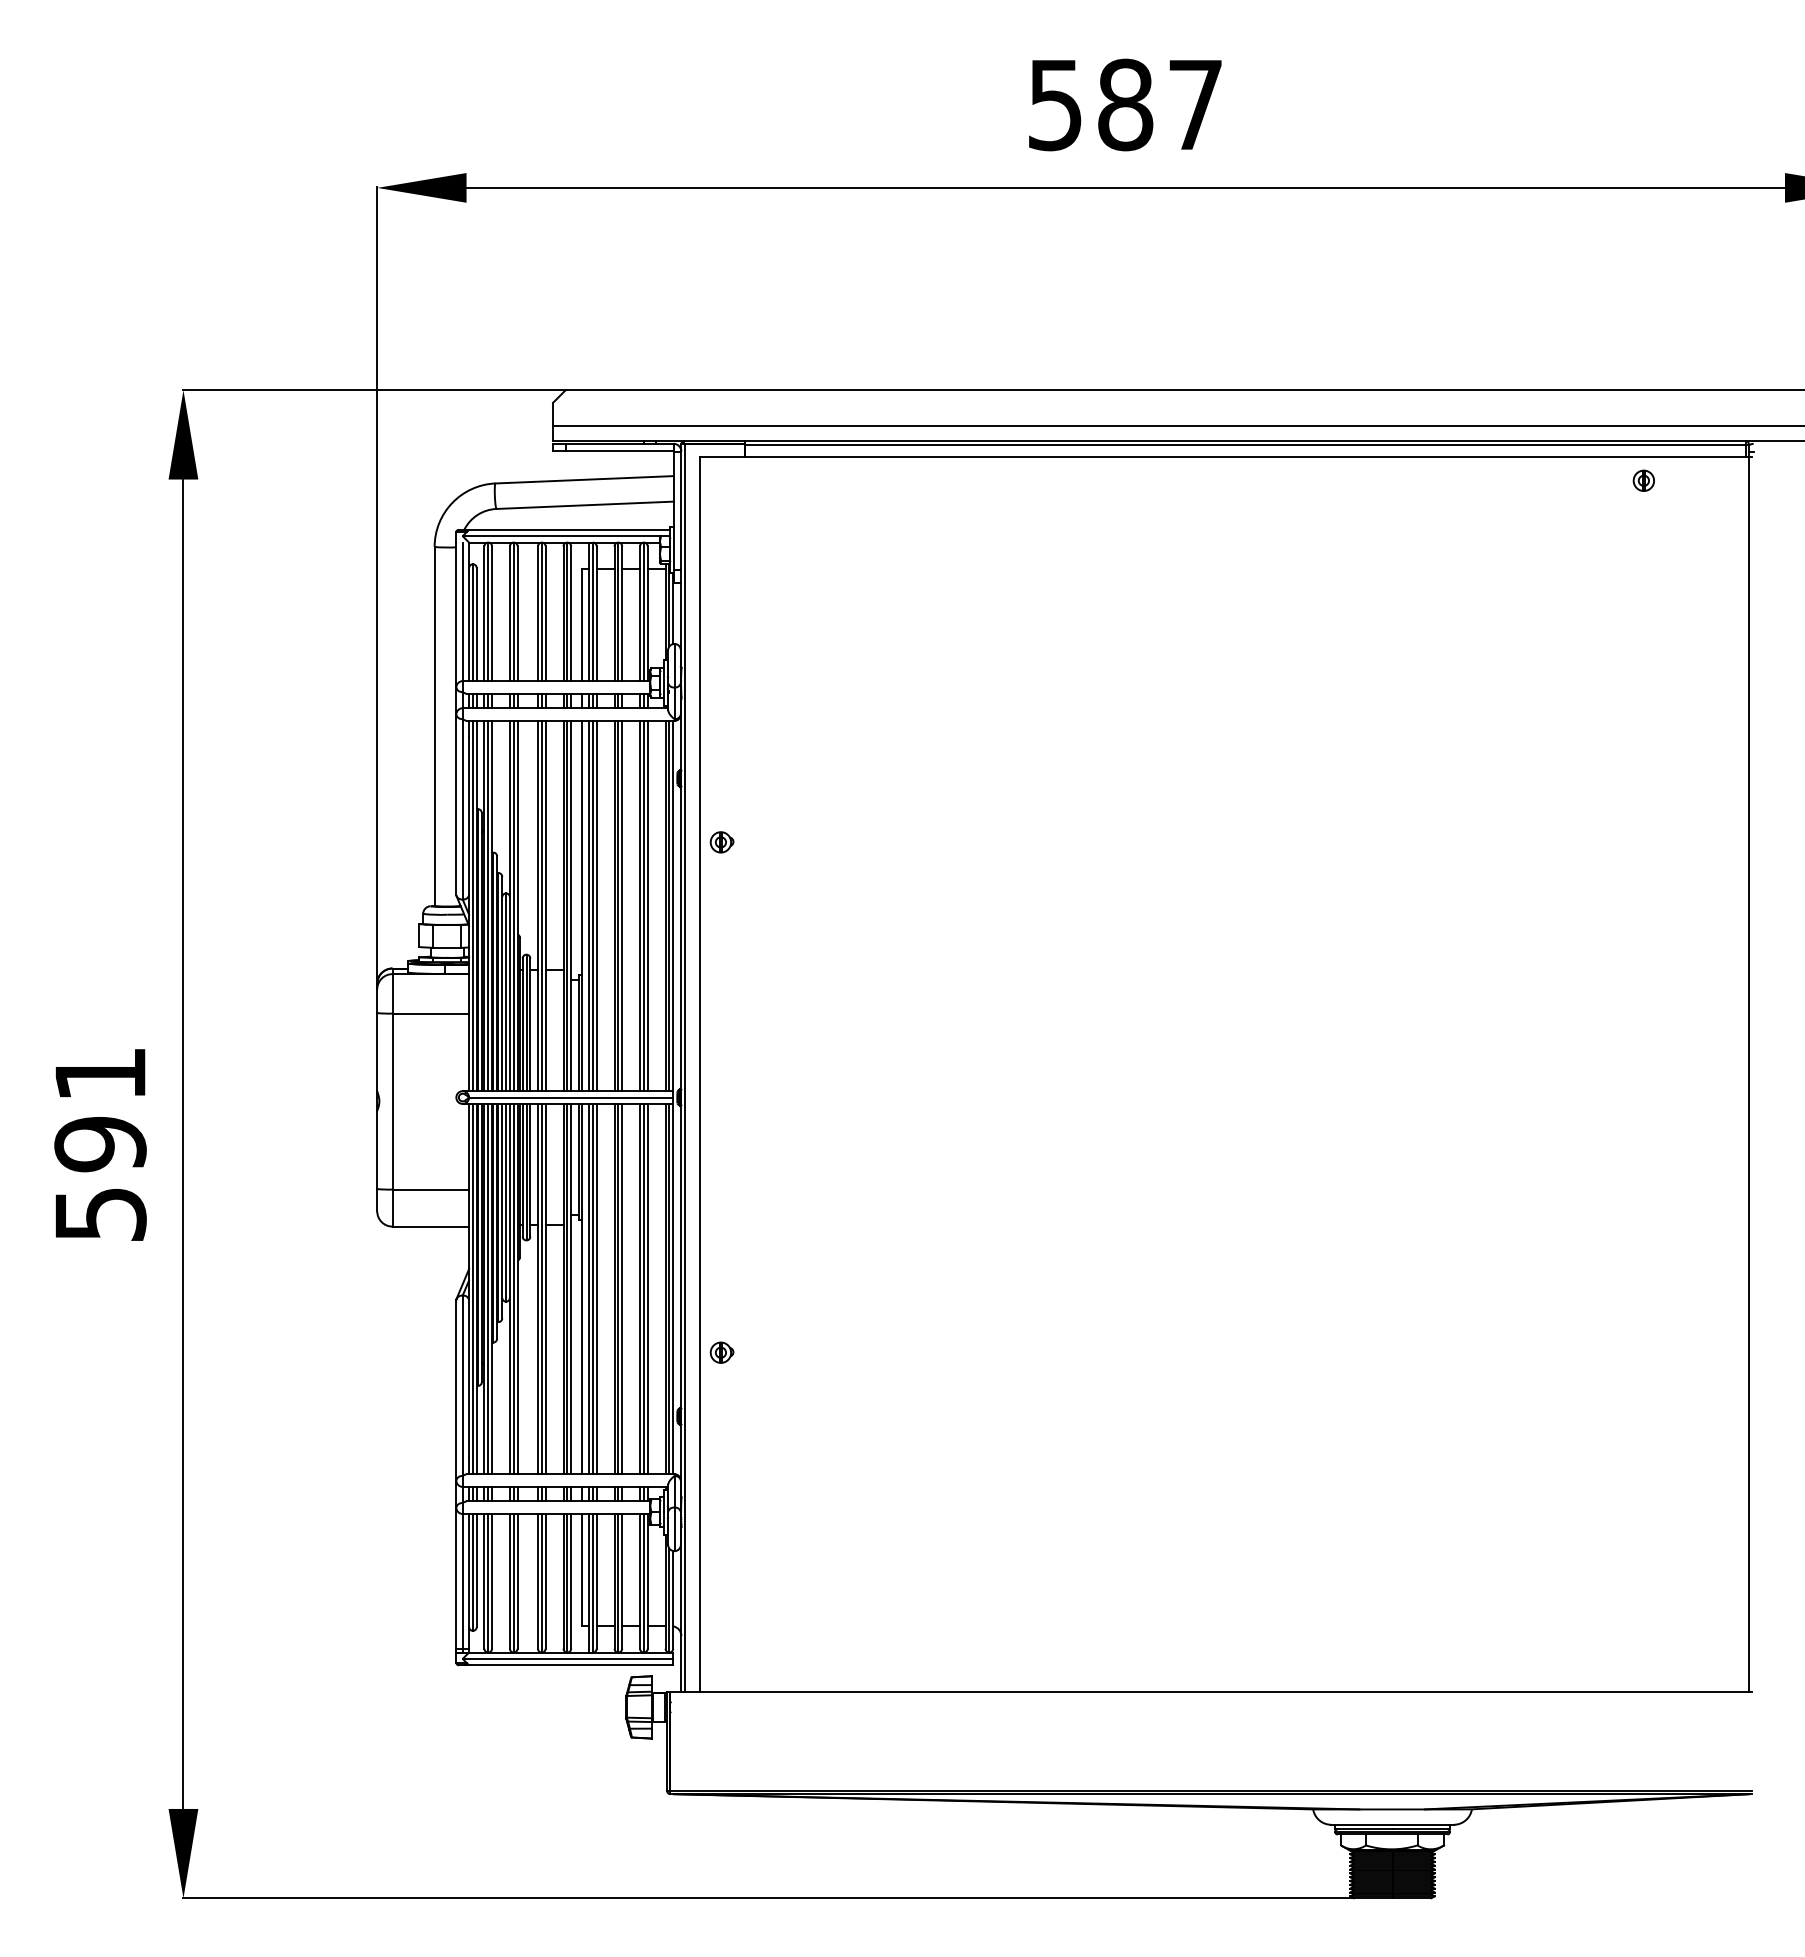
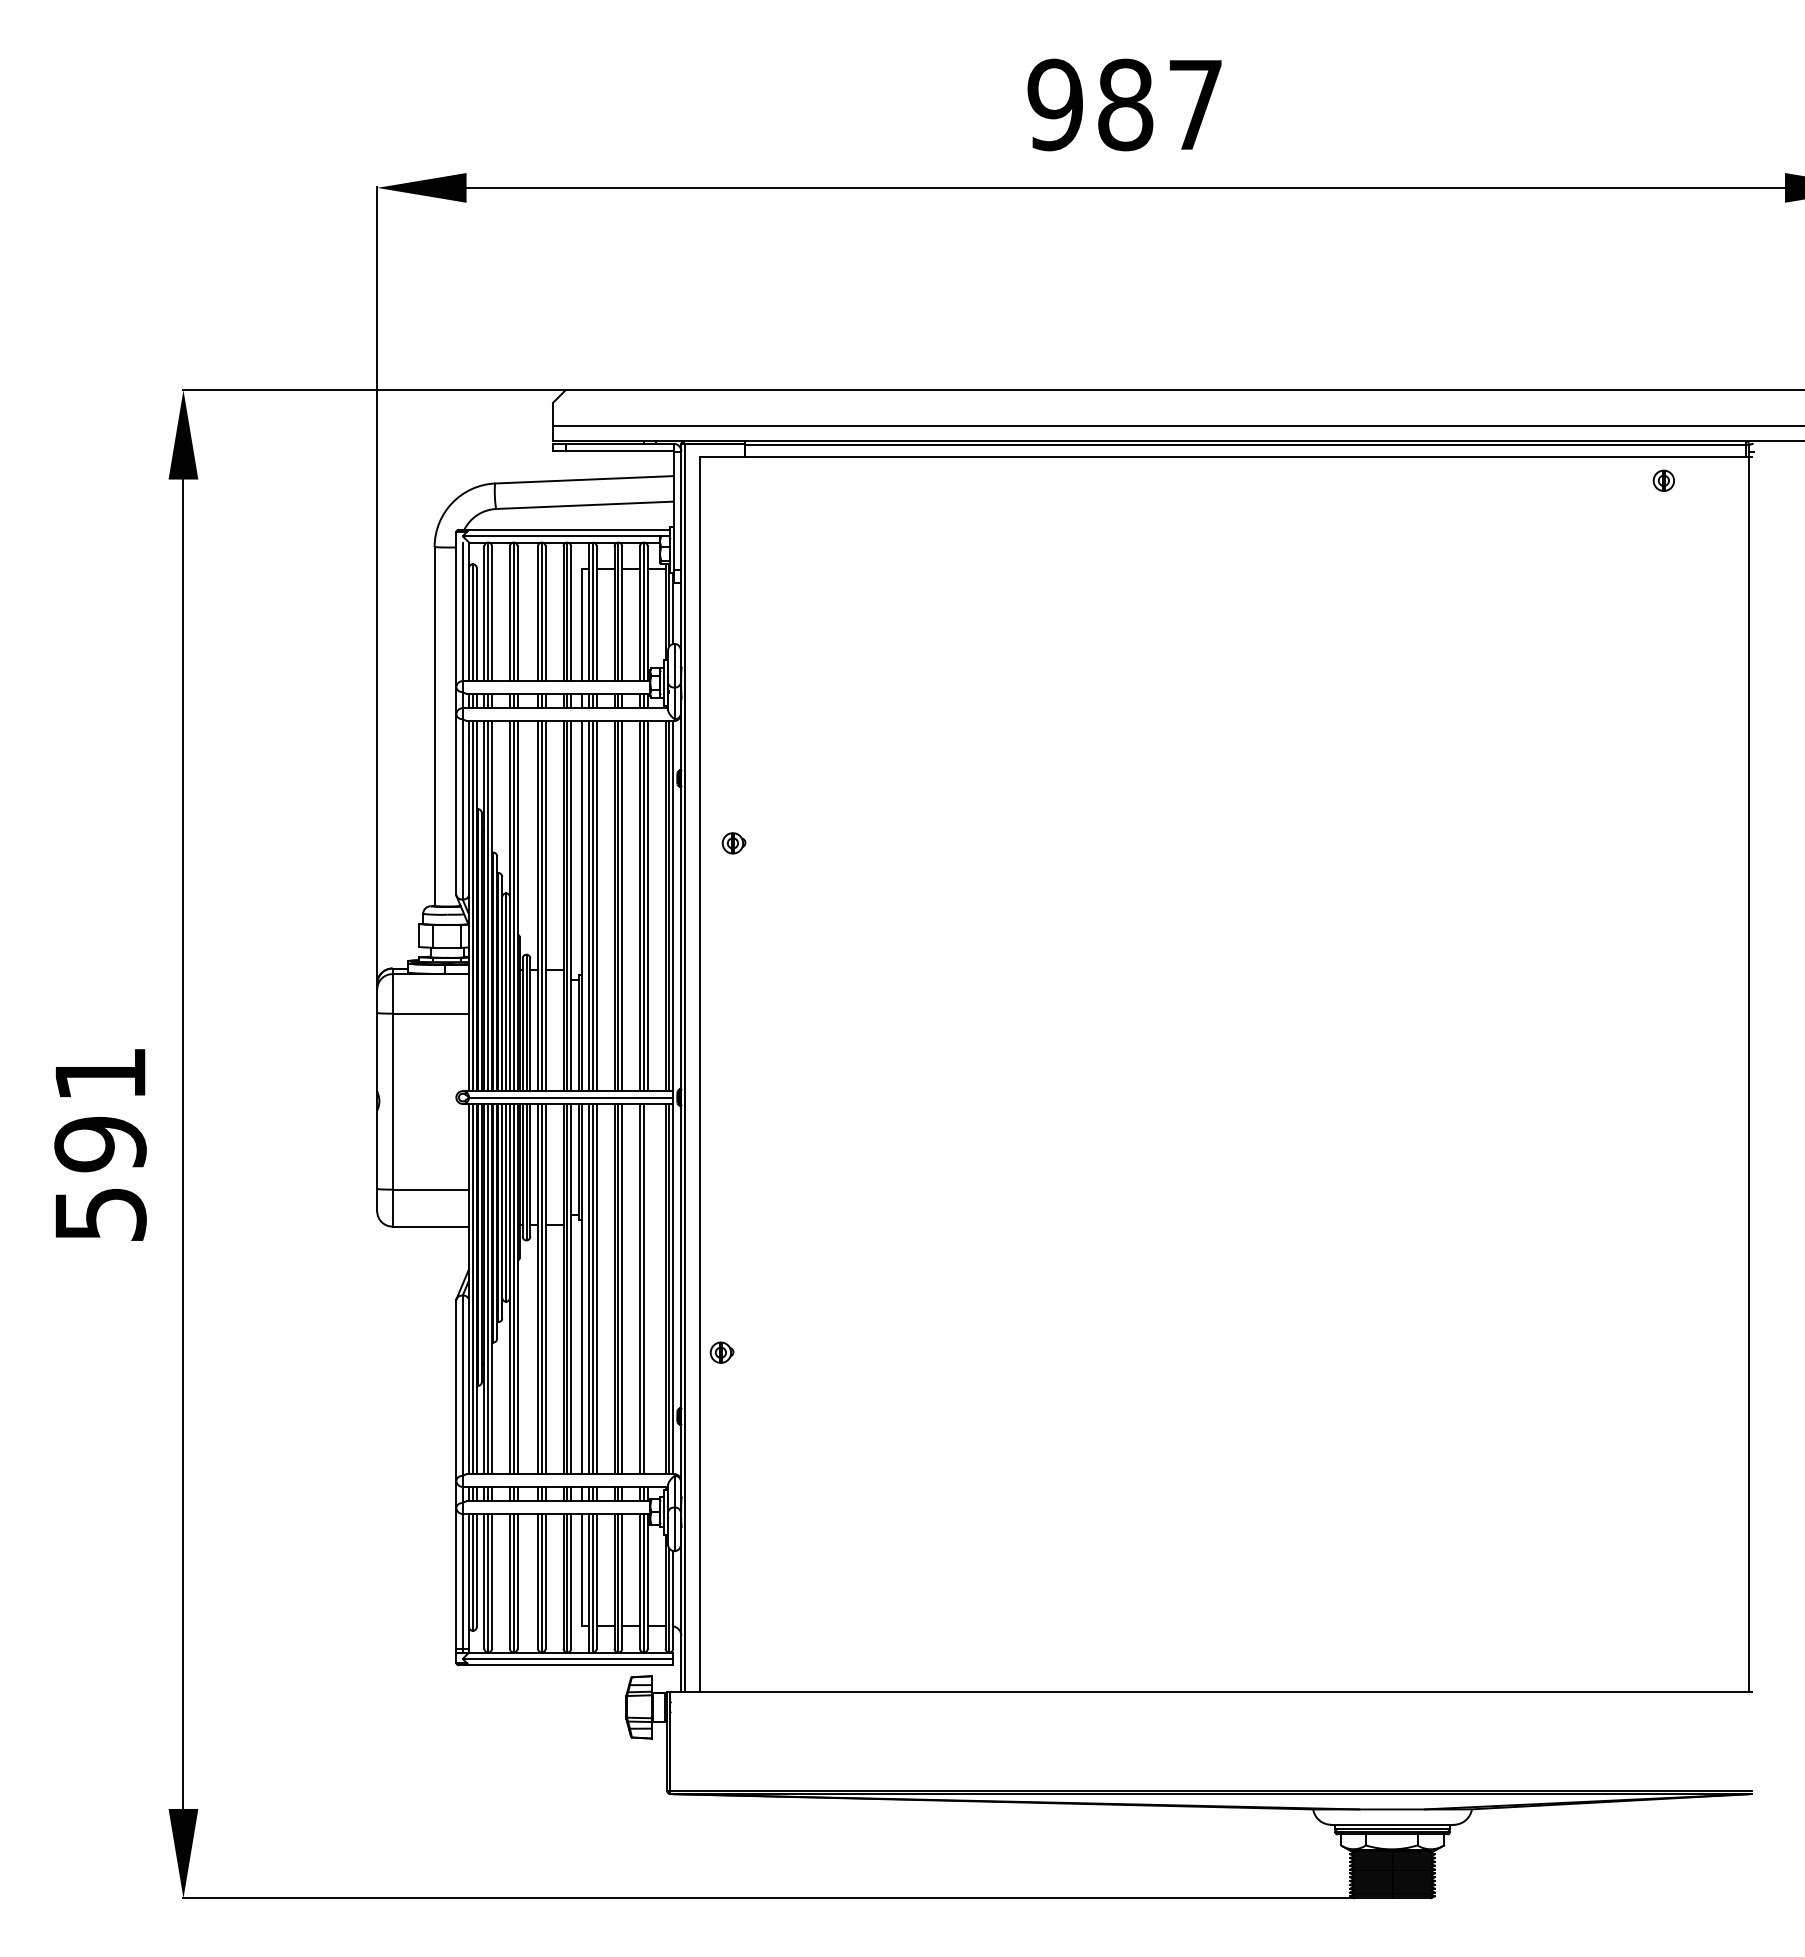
text at (1054, 104): 587 -> 987
part at (1643, 480) position: (1643, 480) -> (1663, 480)
part at (721, 842) position: (721, 842) -> (733, 843)
line at (647, 1288): present -> none
